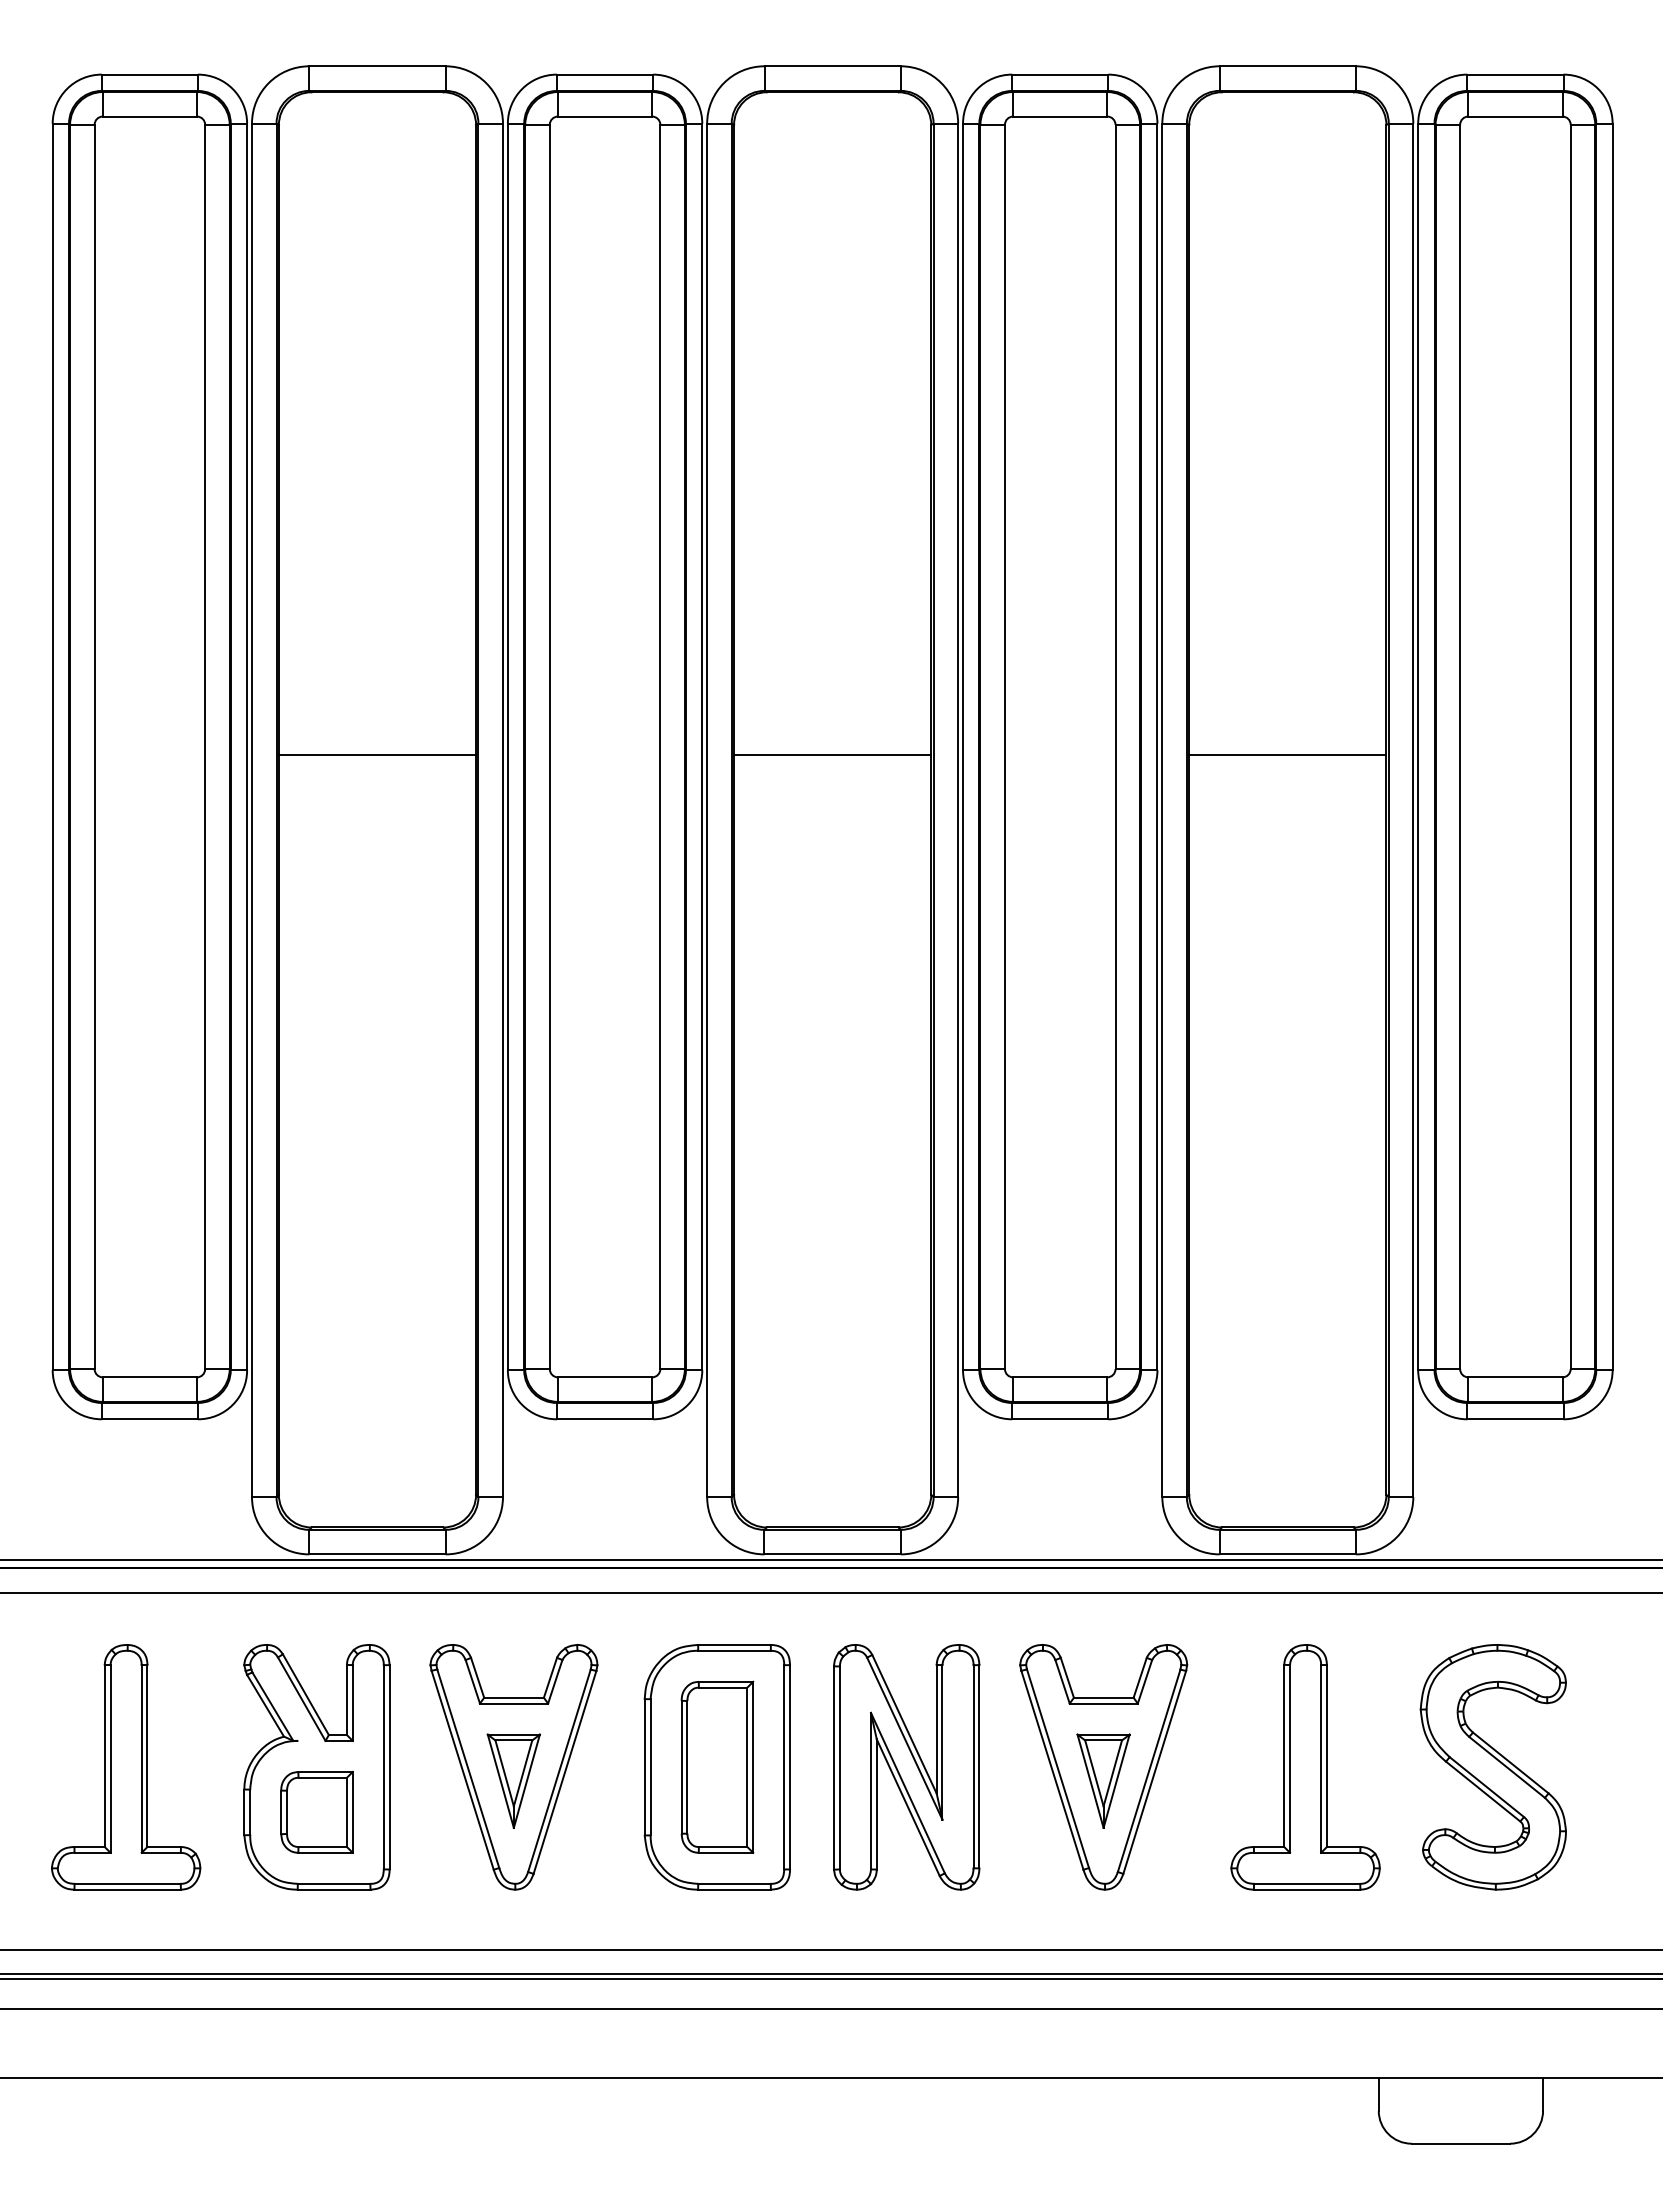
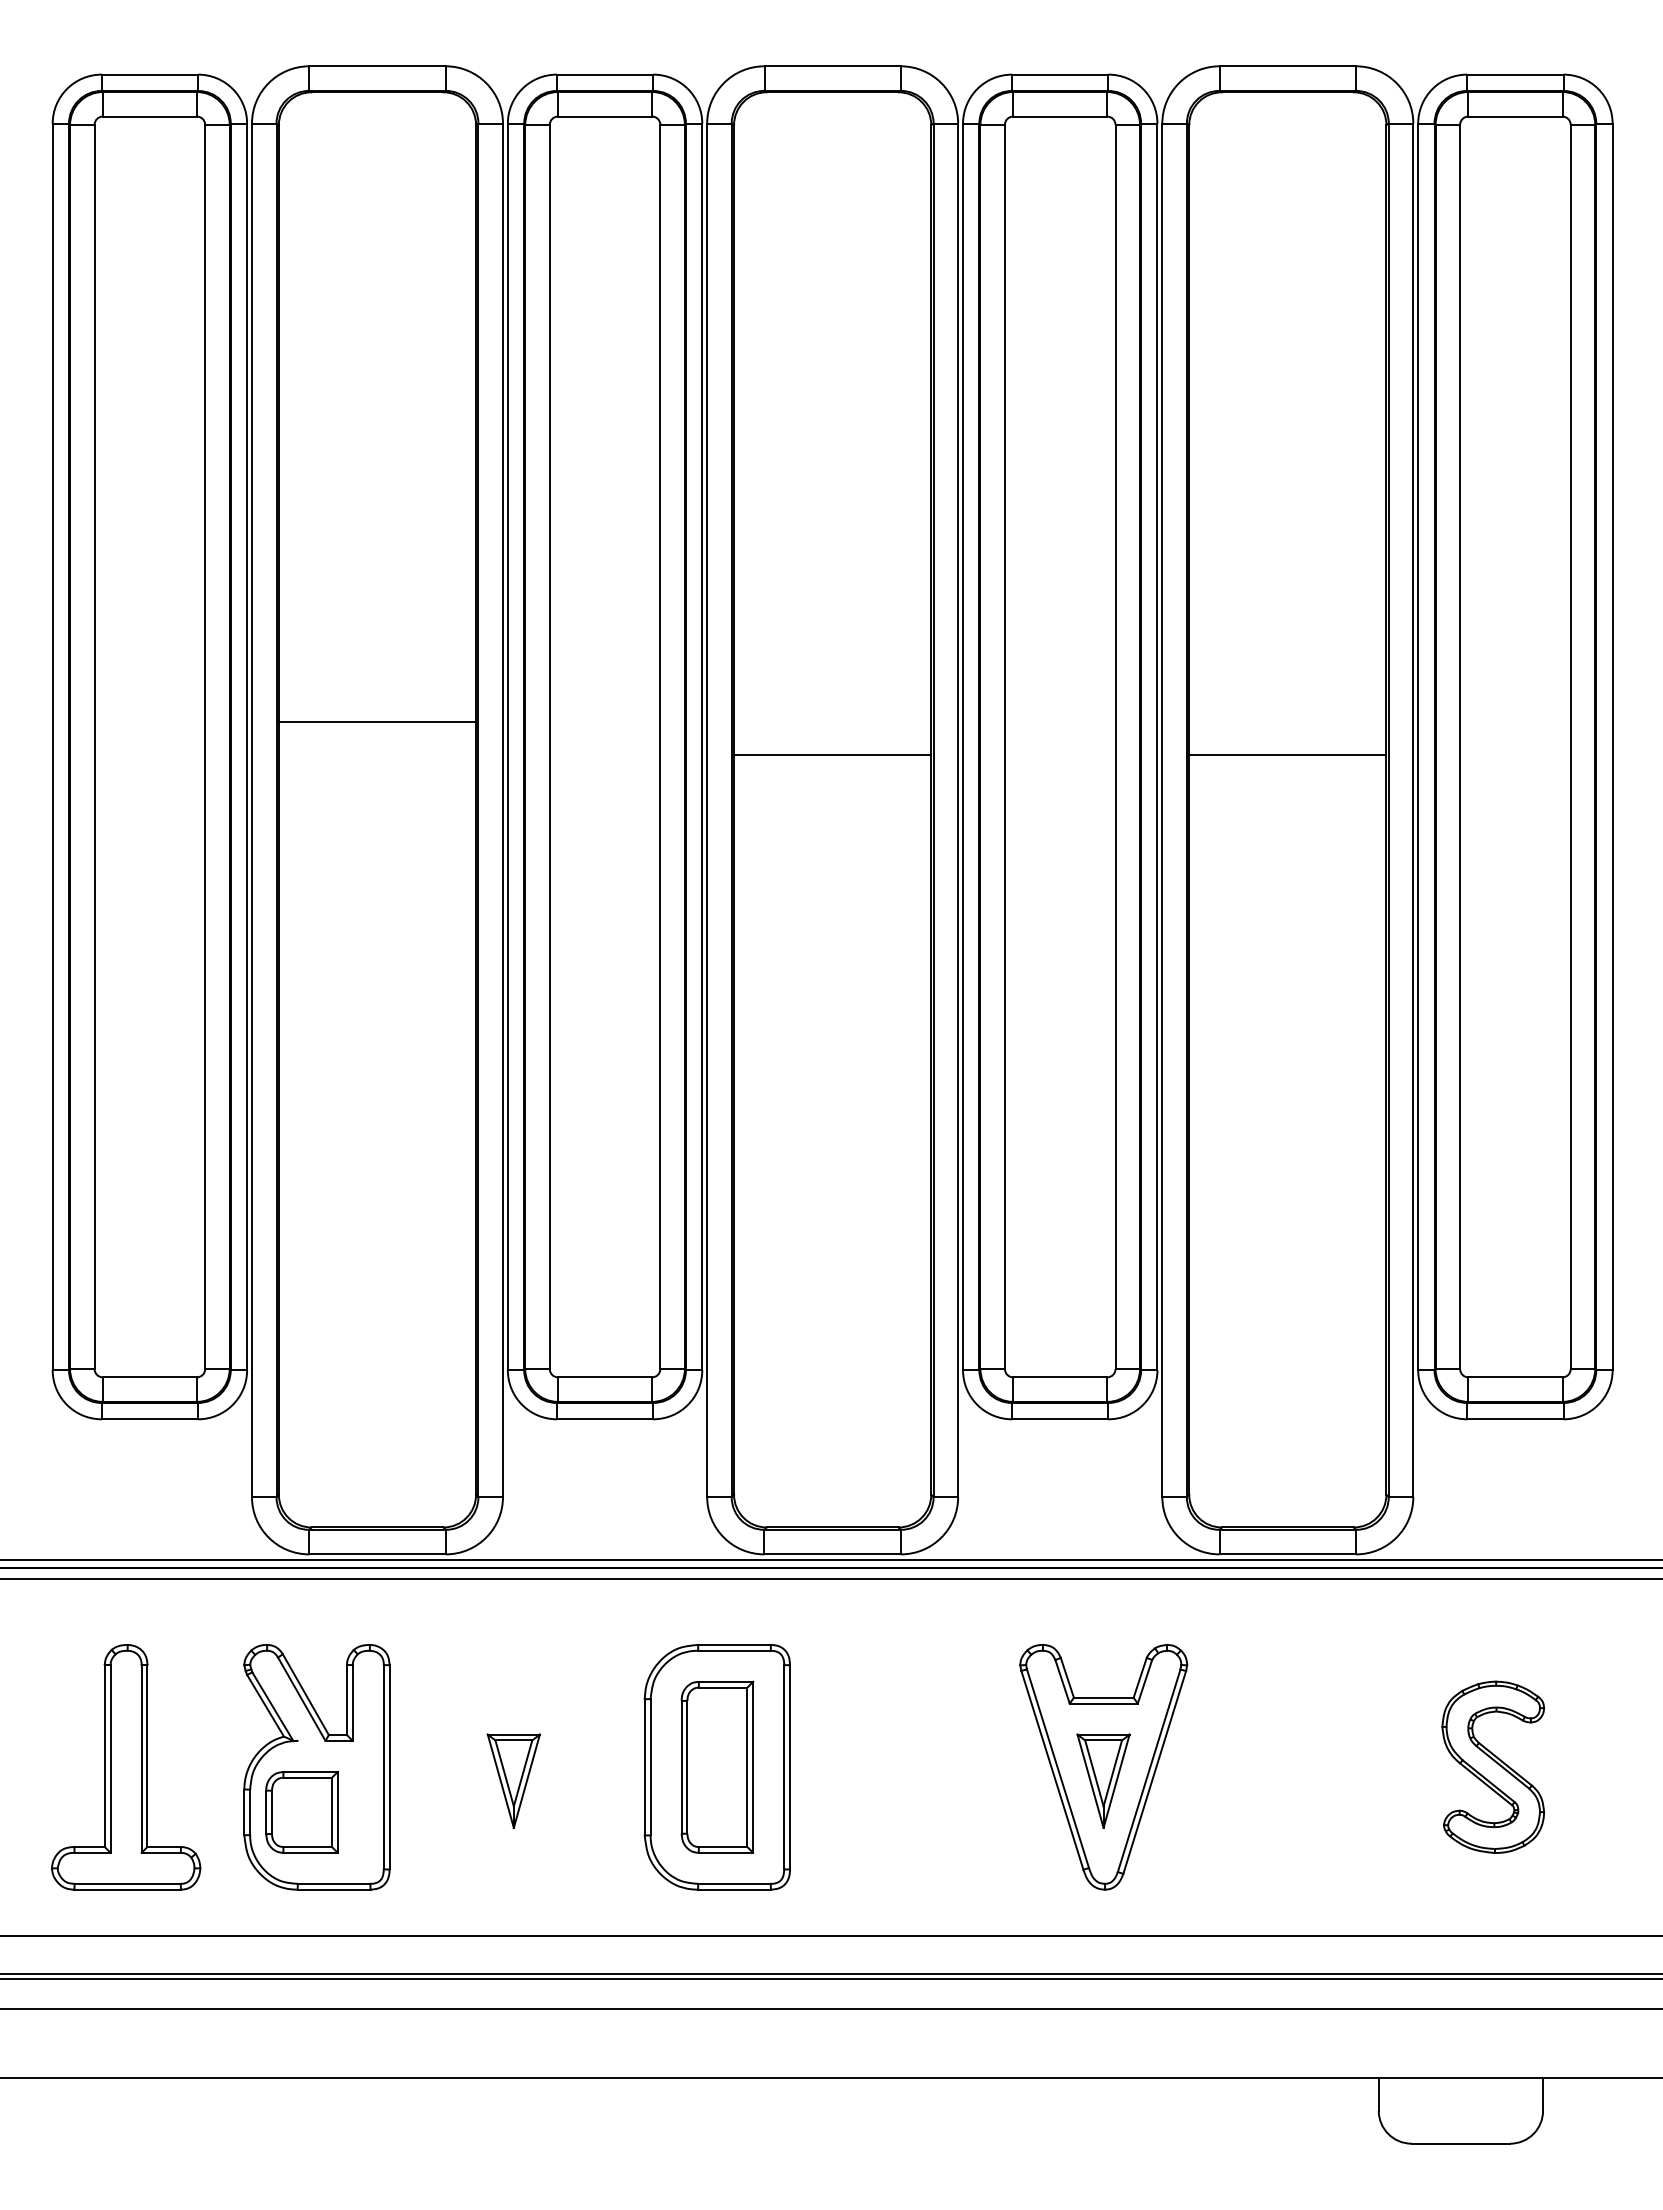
line at (377, 755) position: (377, 755) -> (377, 722)
line at (830, 1592) position: (830, 1592) -> (830, 1578)
part at (513, 1767): present -> none
part at (906, 1767): present -> none
part at (1305, 1767): present -> none
part at (1492, 1767) size: 148x247 px -> 105x174 px
part at (316, 1811) position: (316, 1811) -> (301, 1811)
line at (830, 1949) position: (830, 1949) -> (830, 1935)
